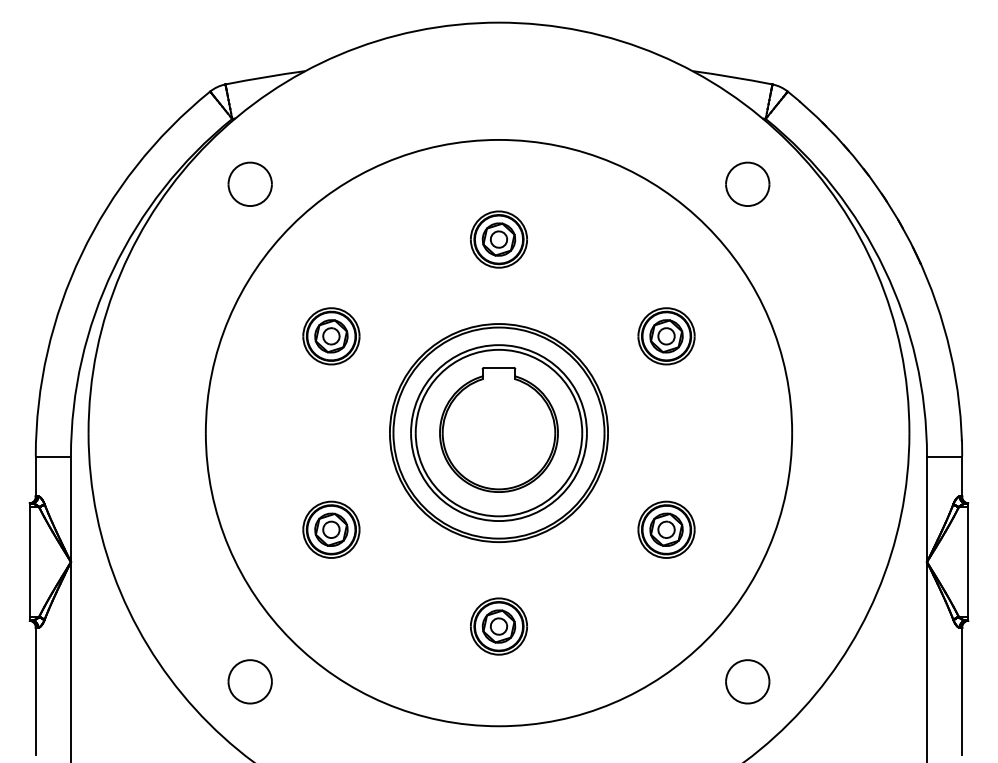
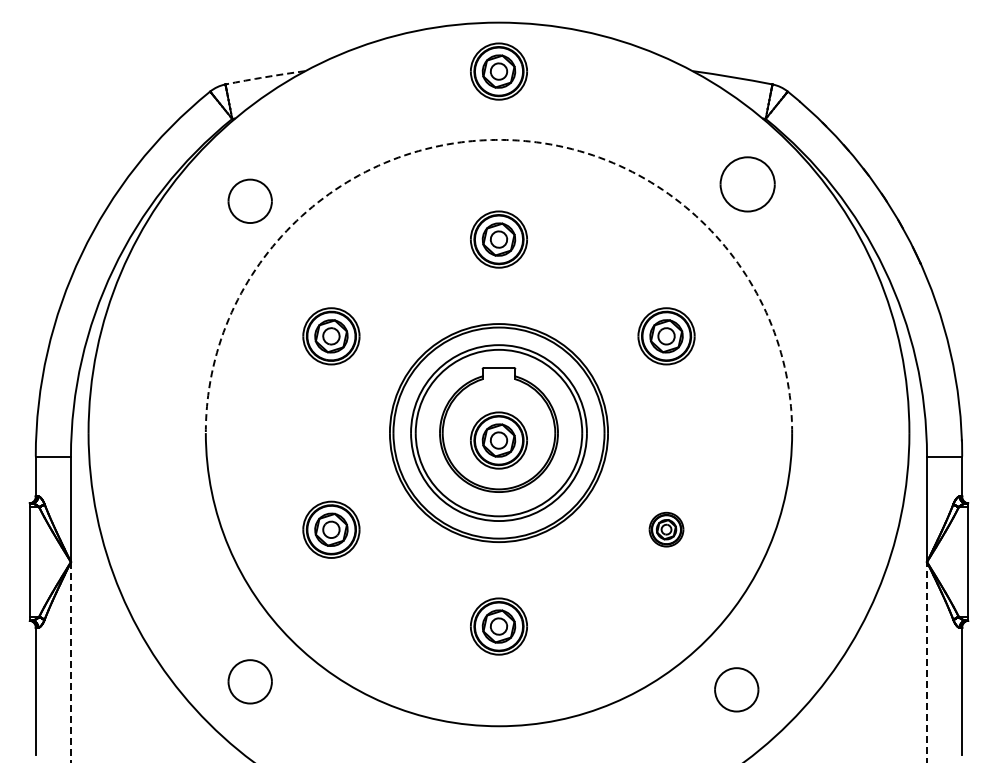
part at (498, 71): none -> present
arc at (265, 77): solid -> dashed
arc at (498, 139): solid -> dashed
part at (249, 183) position: (249, 183) -> (249, 200)
part at (747, 183) size: 46x46 px -> 57x57 px
part at (498, 440): none -> present
part at (666, 529) size: 59x59 px -> 37x37 px
line at (70, 662): solid -> dashed
line at (927, 662): solid -> dashed
part at (747, 681) position: (747, 681) -> (736, 689)
